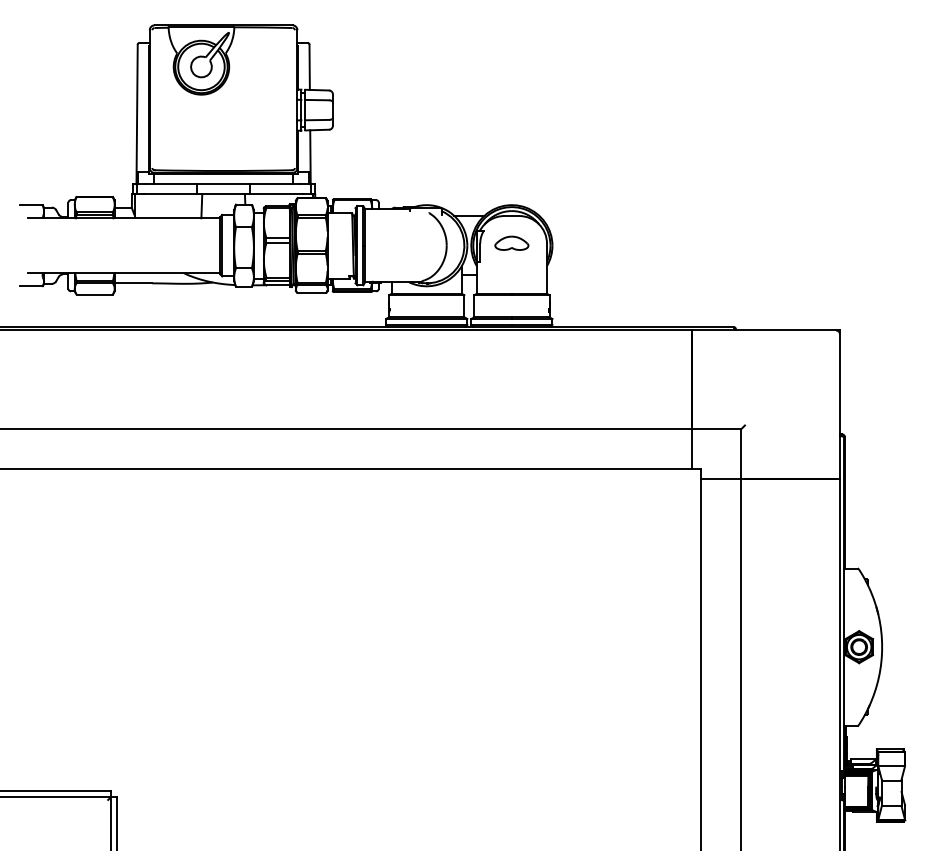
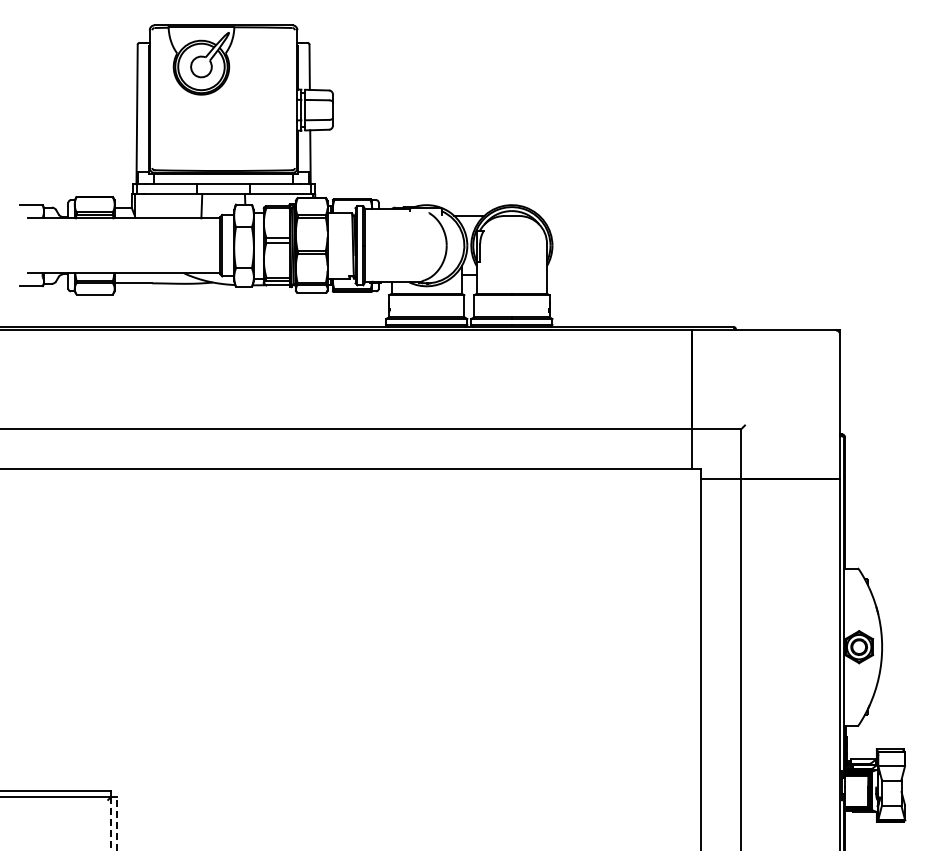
part at (511, 242): present -> none
line at (111, 823): solid -> dashed
line at (117, 823): solid -> dashed
